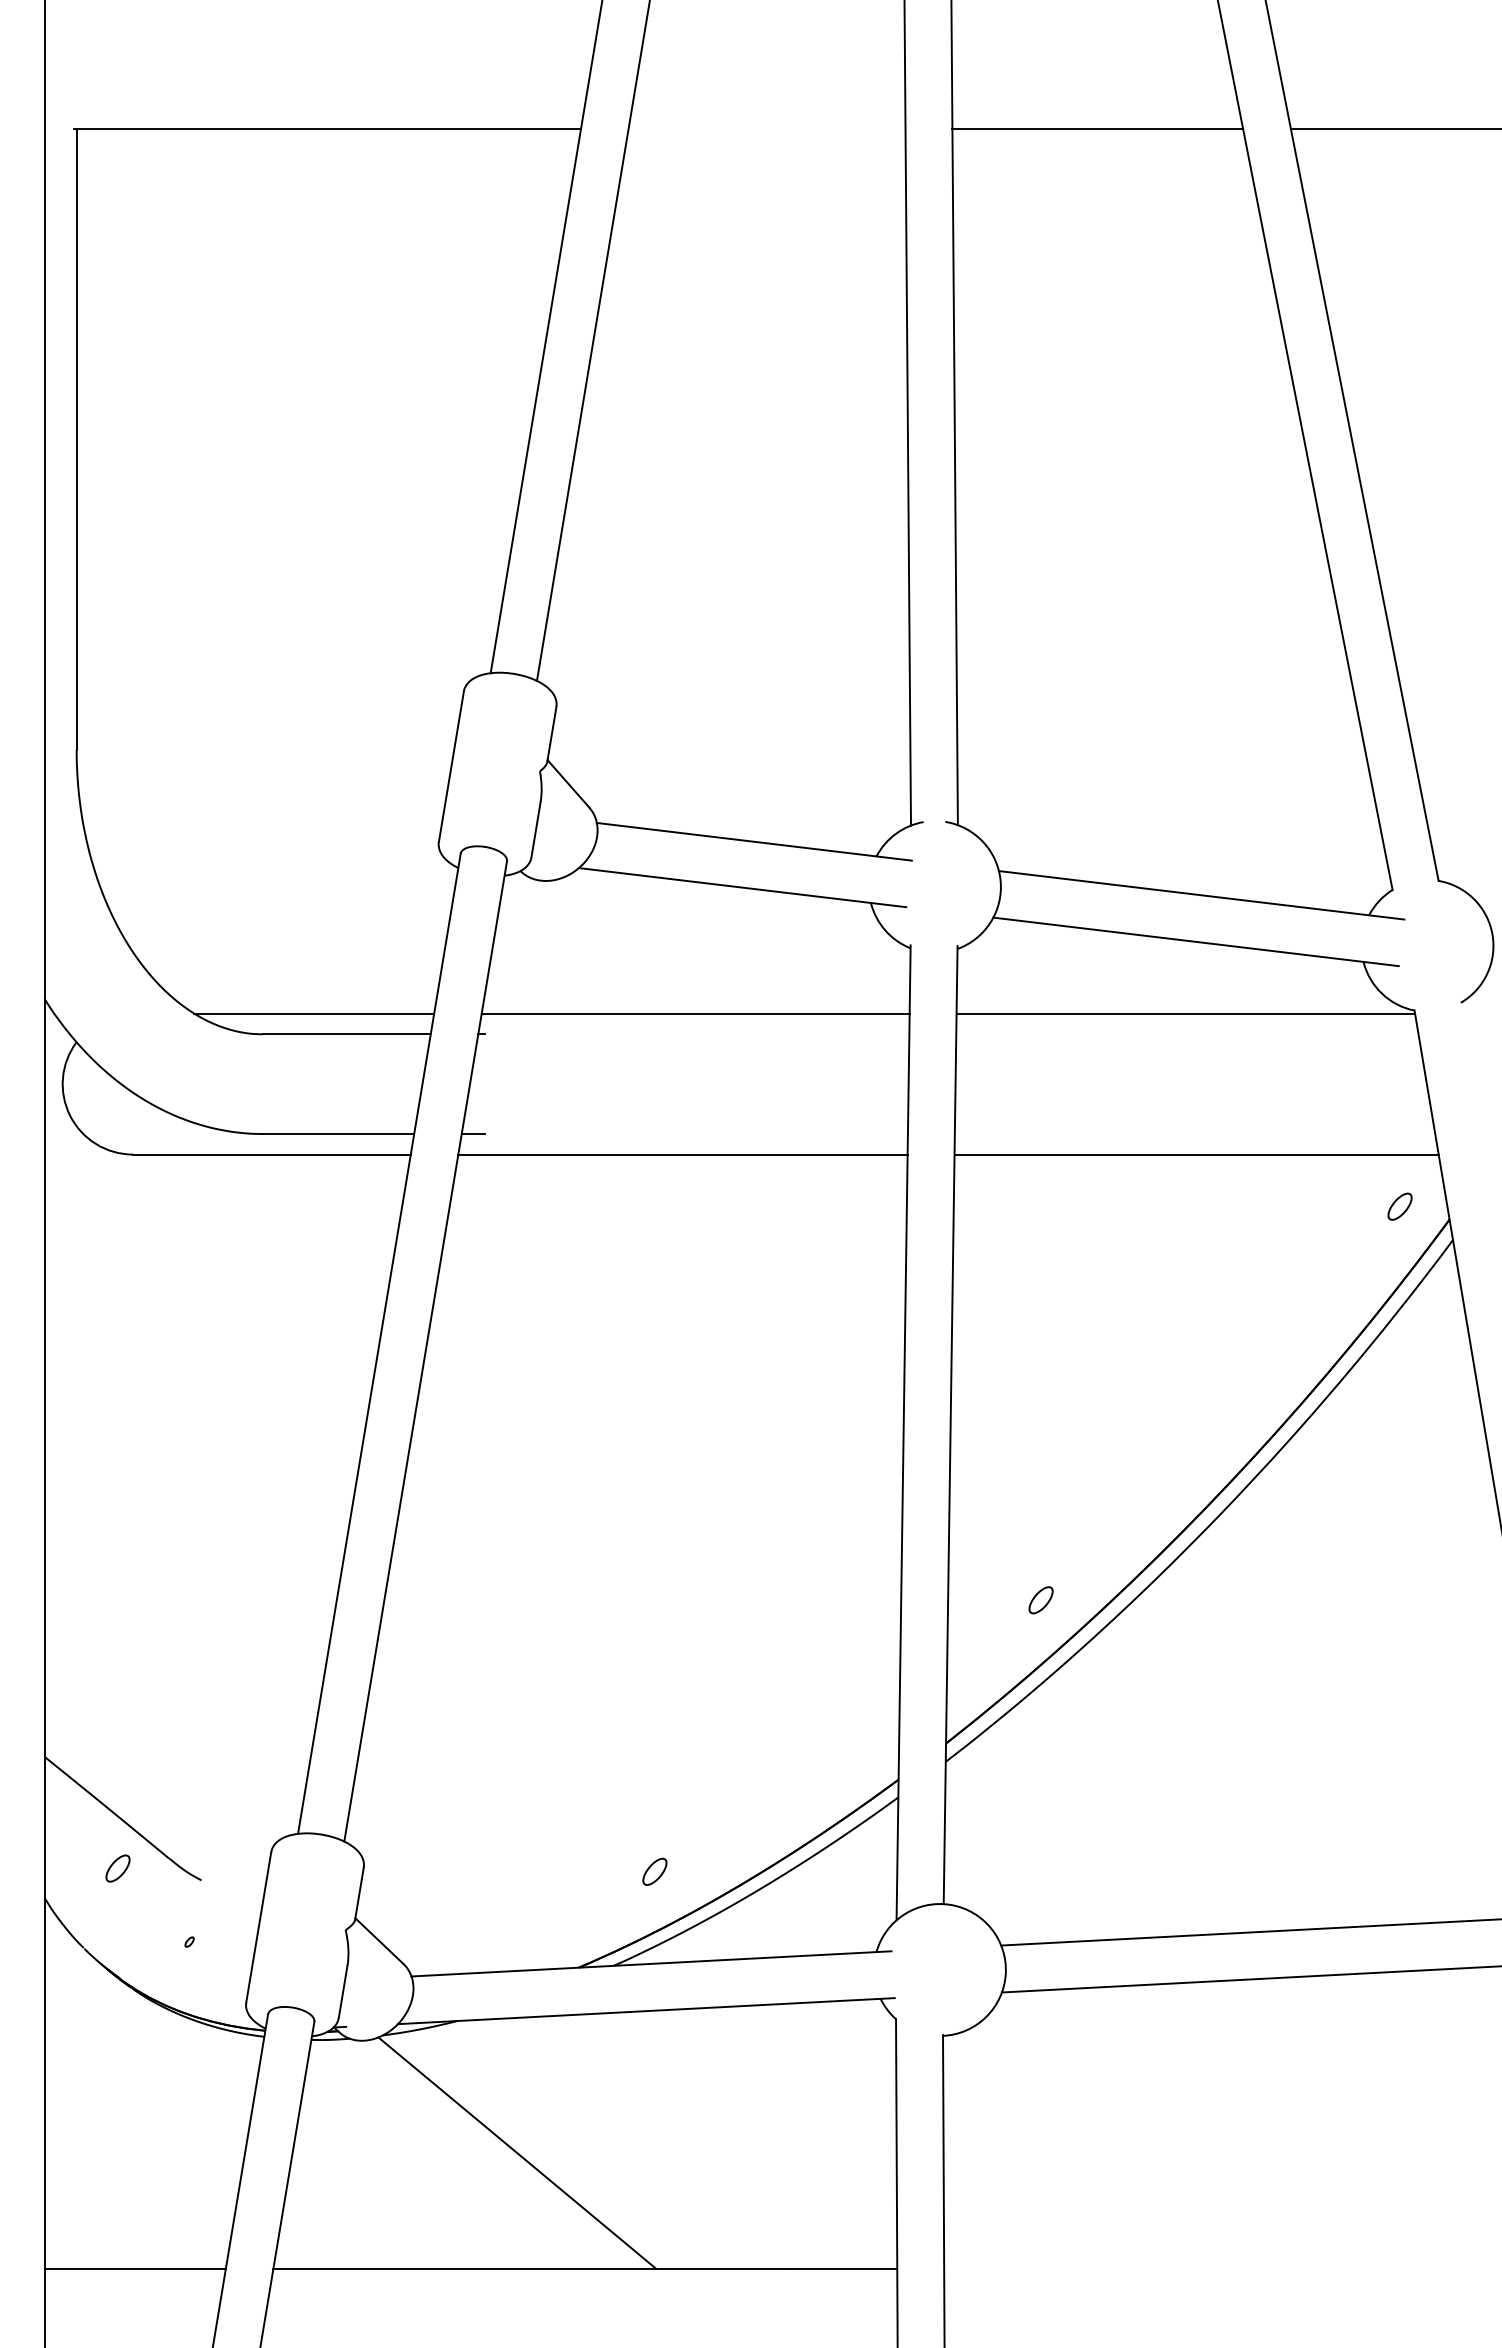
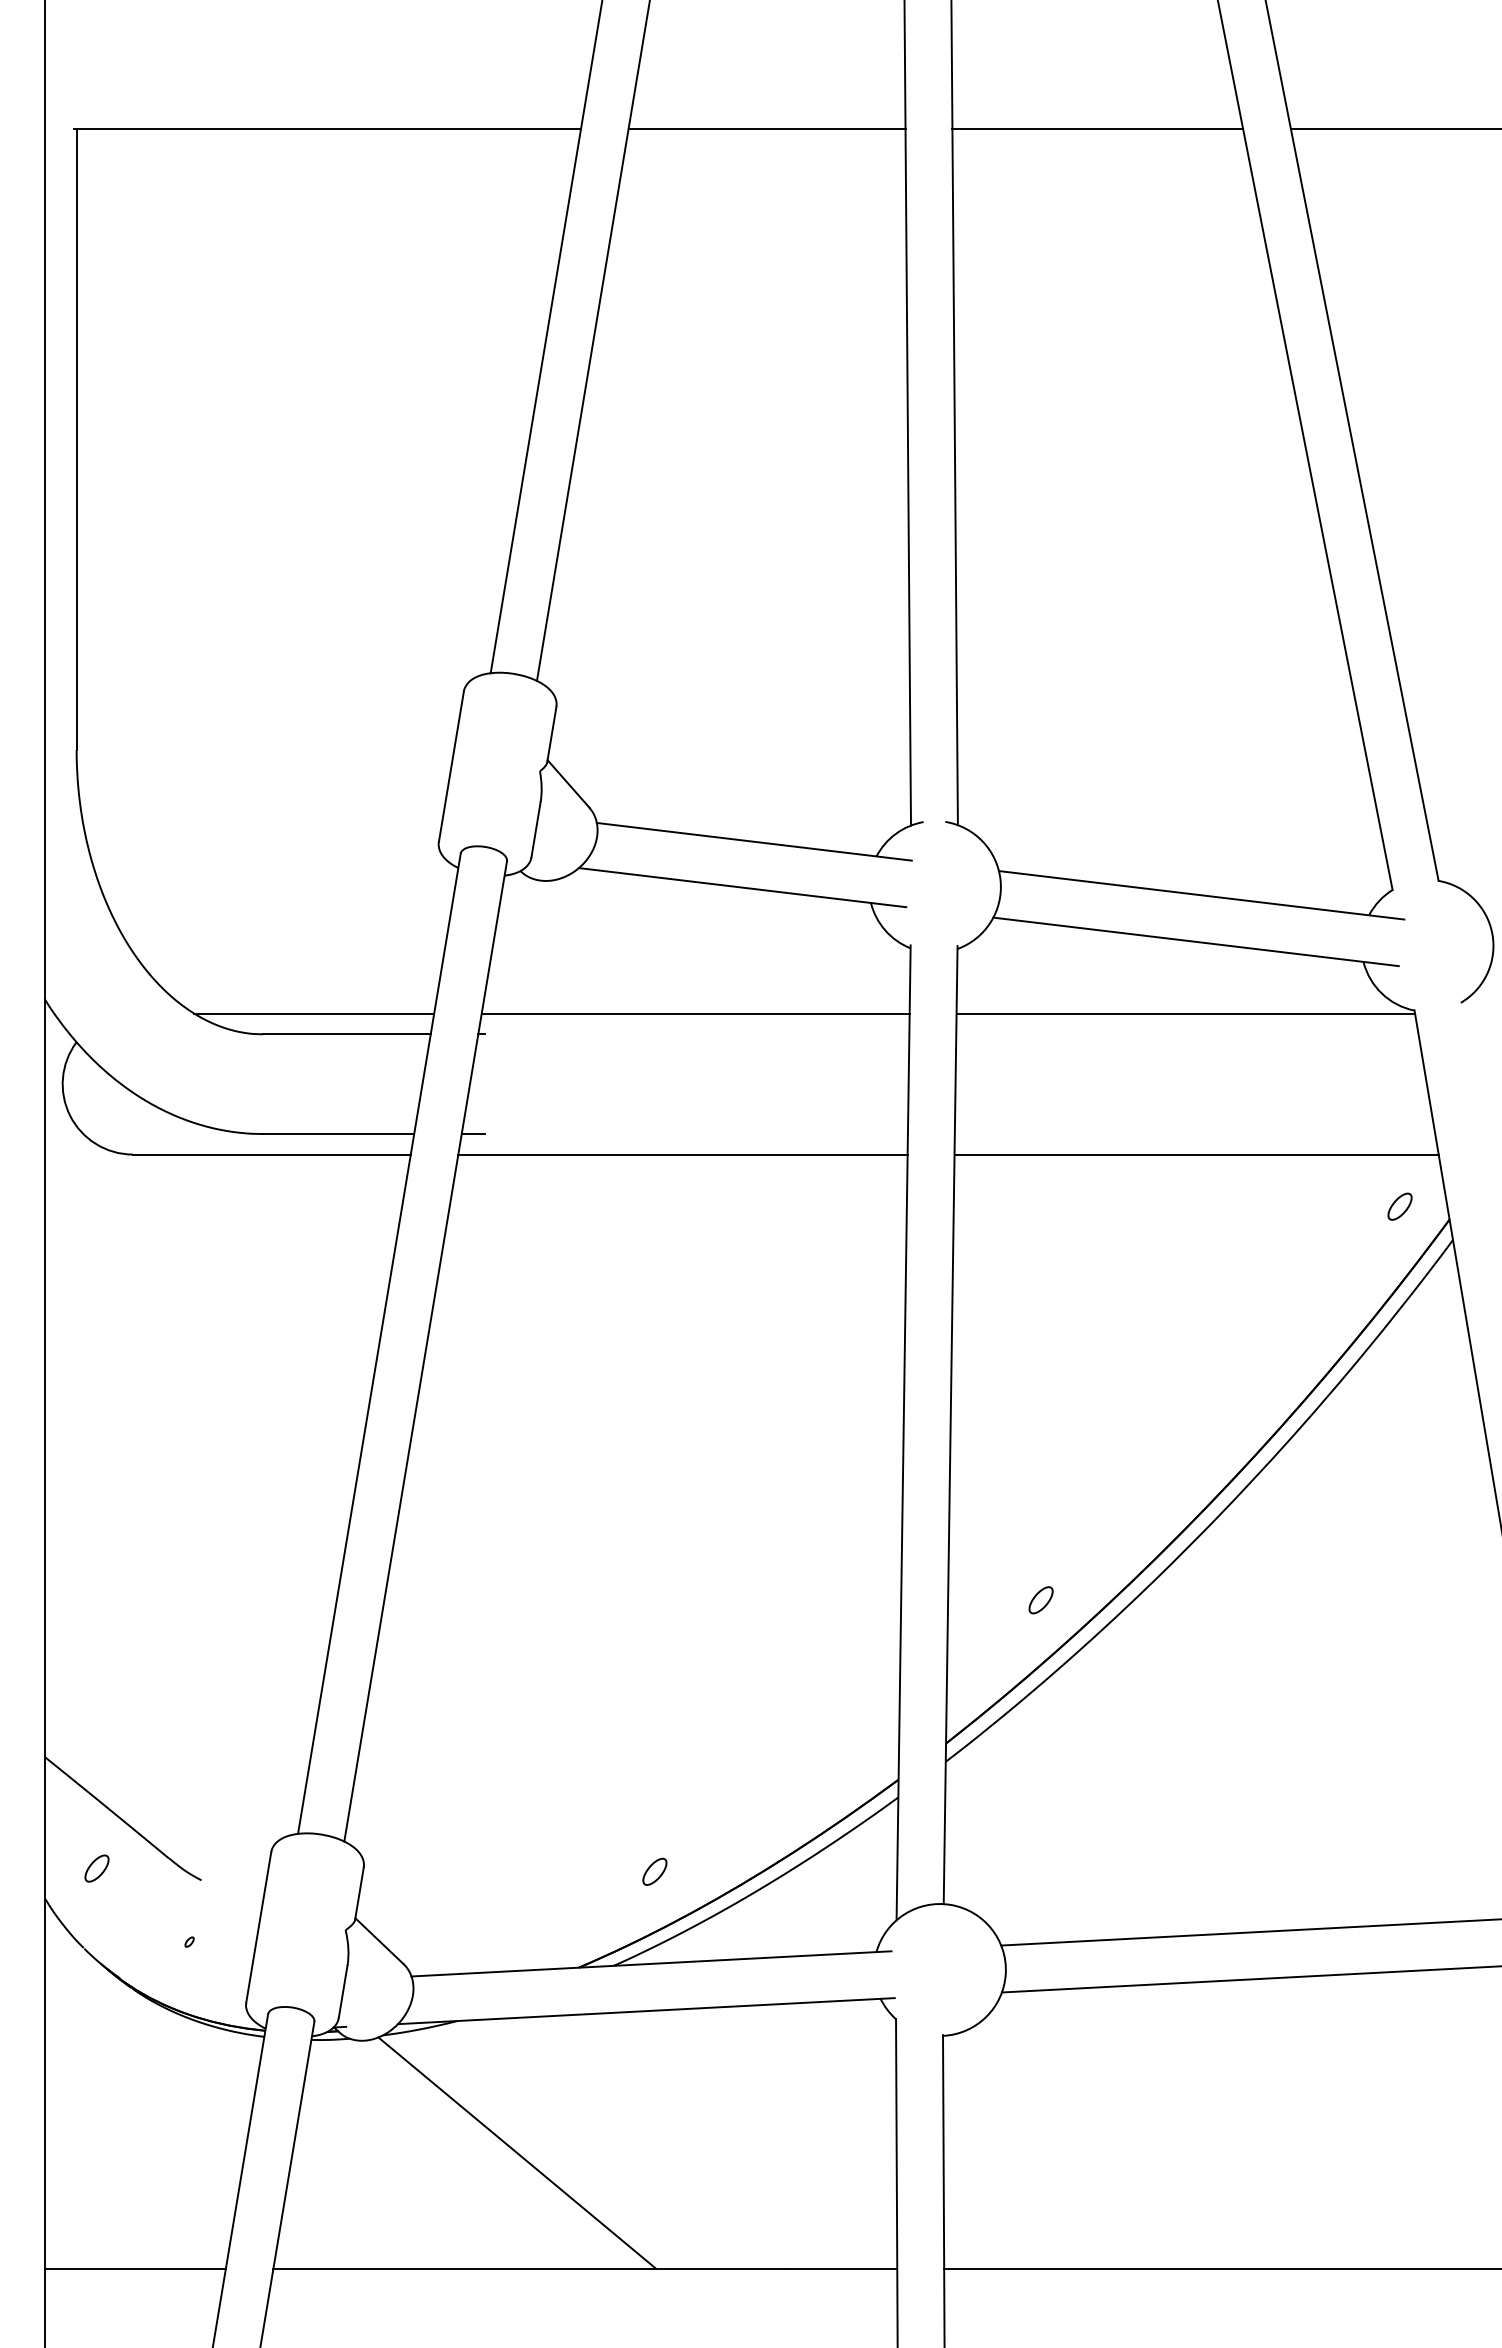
line at (766, 128): none -> present
part at (117, 1868) position: (117, 1868) -> (96, 1868)
line at (1221, 2268): none -> present
